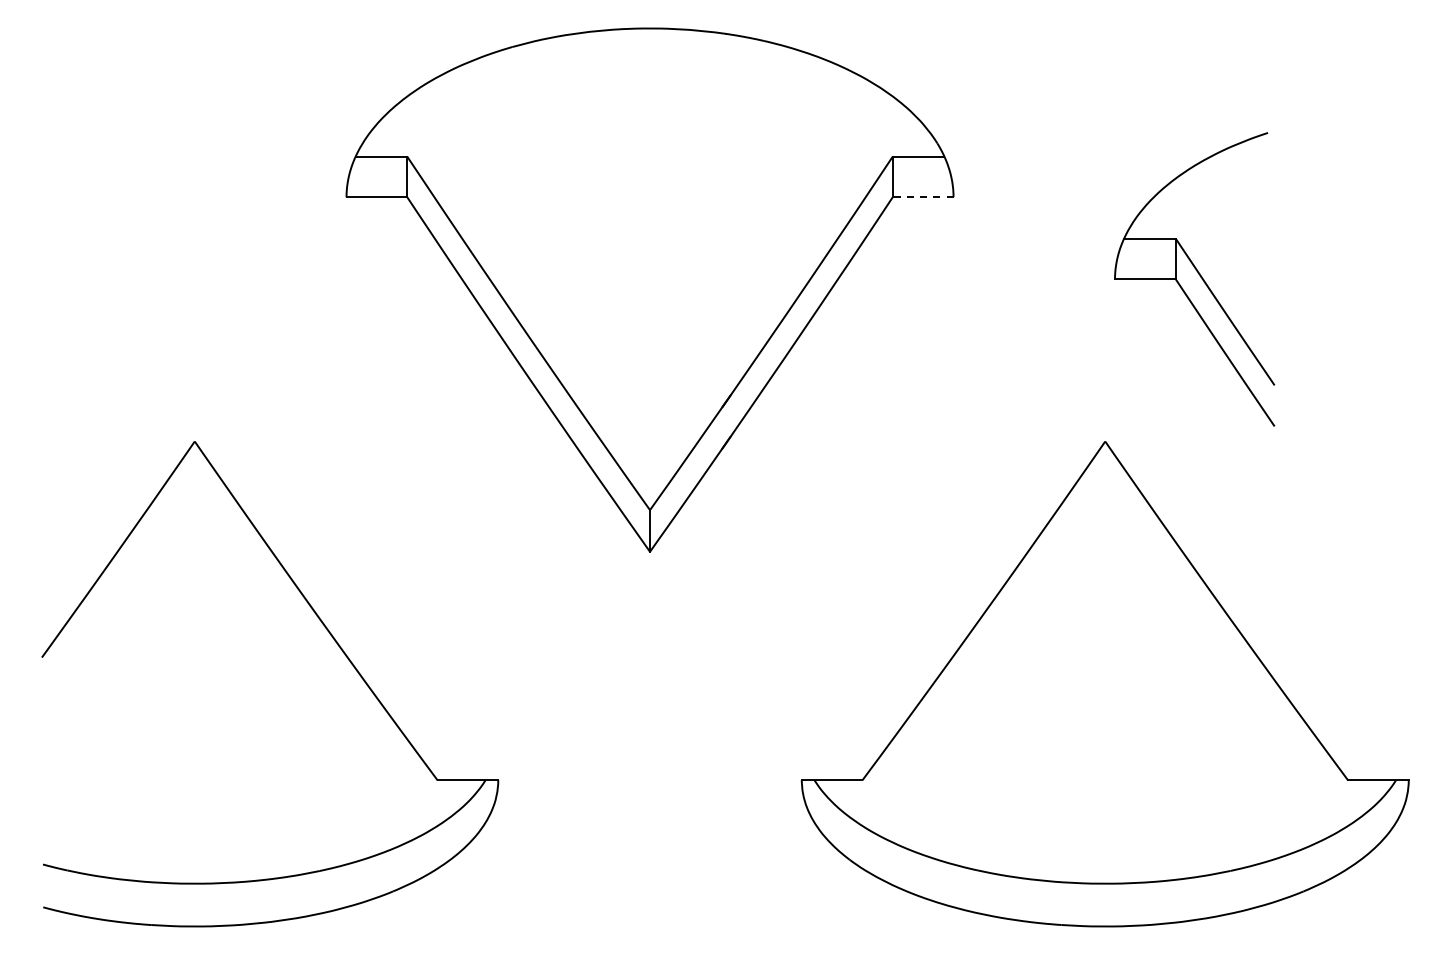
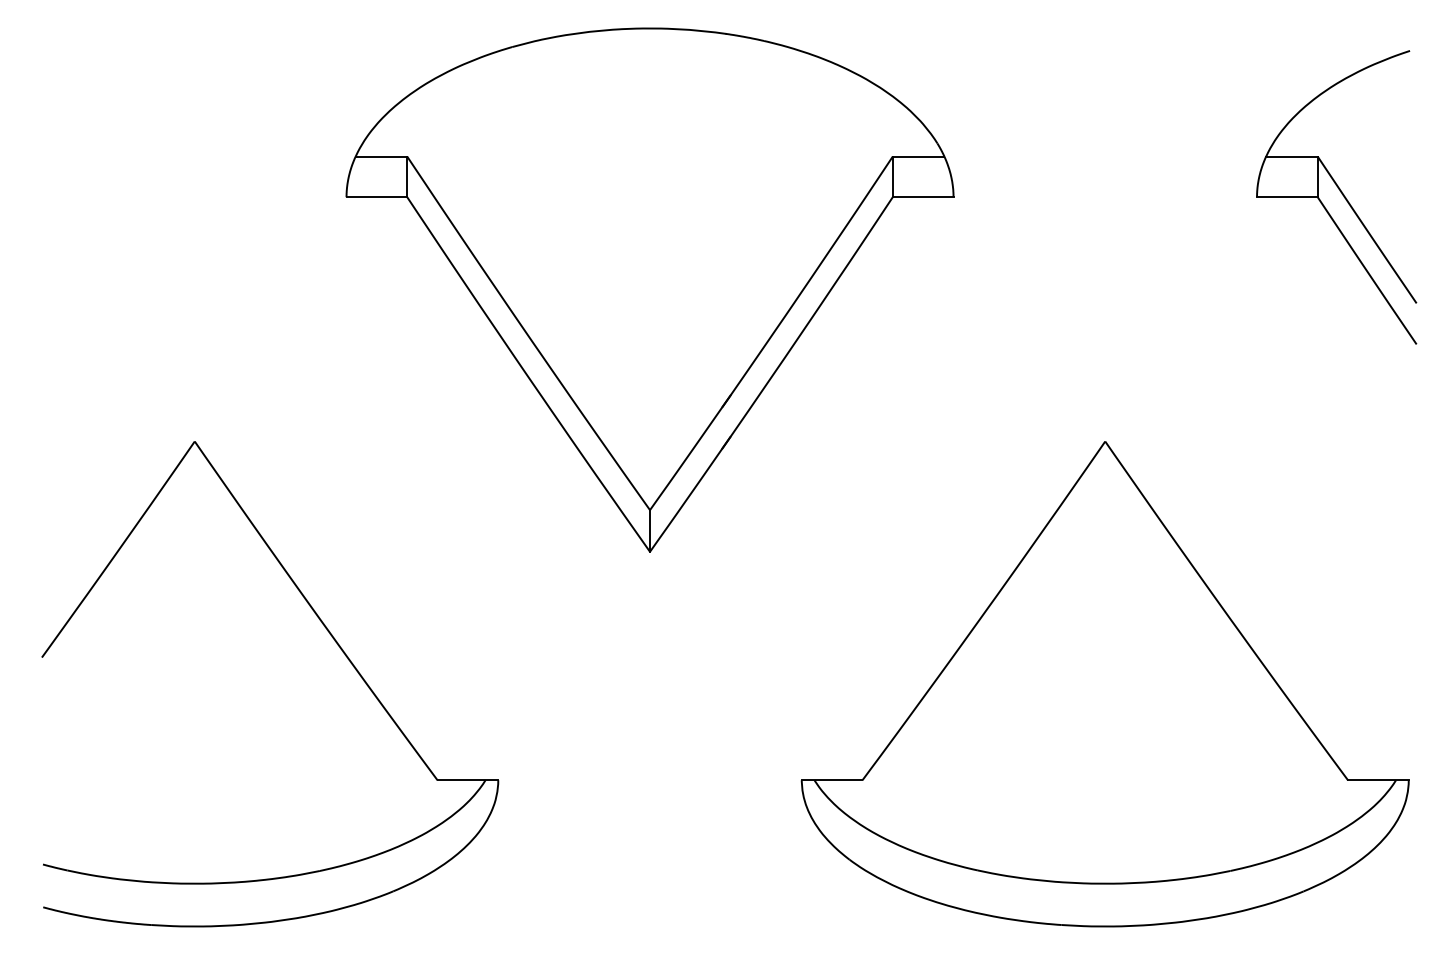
line at (922, 197): dashed -> solid
part at (1194, 279) position: (1194, 279) -> (1336, 197)
